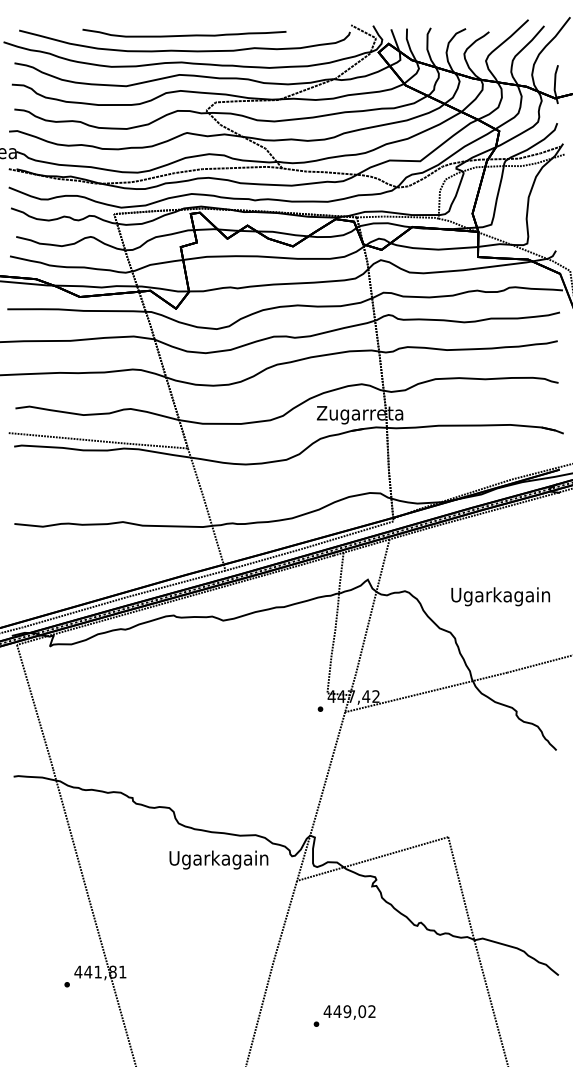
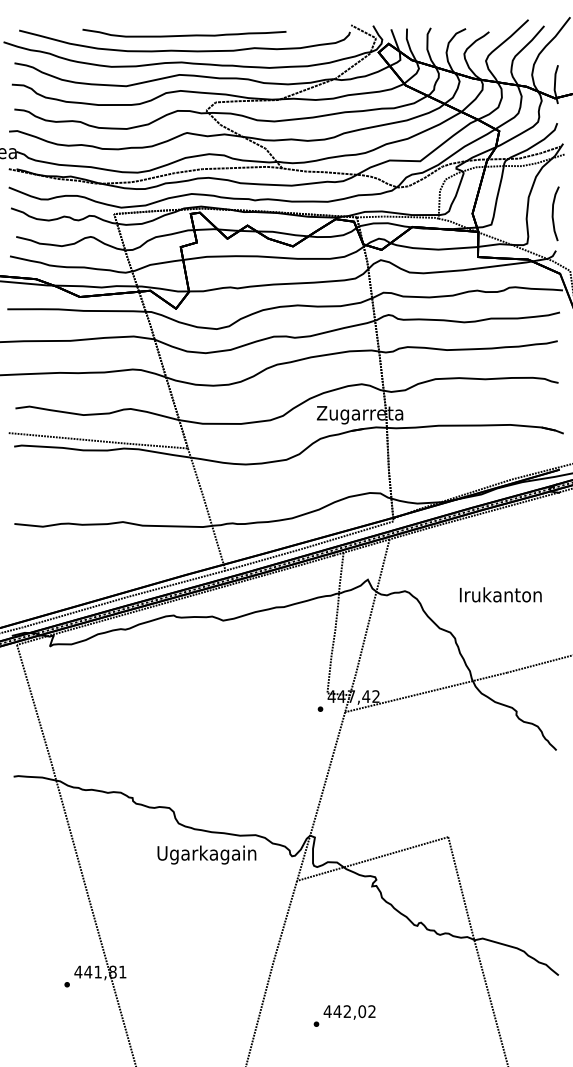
curve at (553, 213): none -> present
text at (500, 596): Ugarkagain -> Irukanton
text at (218, 859) position: (218, 859) -> (206, 854)
text at (347, 1011): 449,02 -> 442,02
